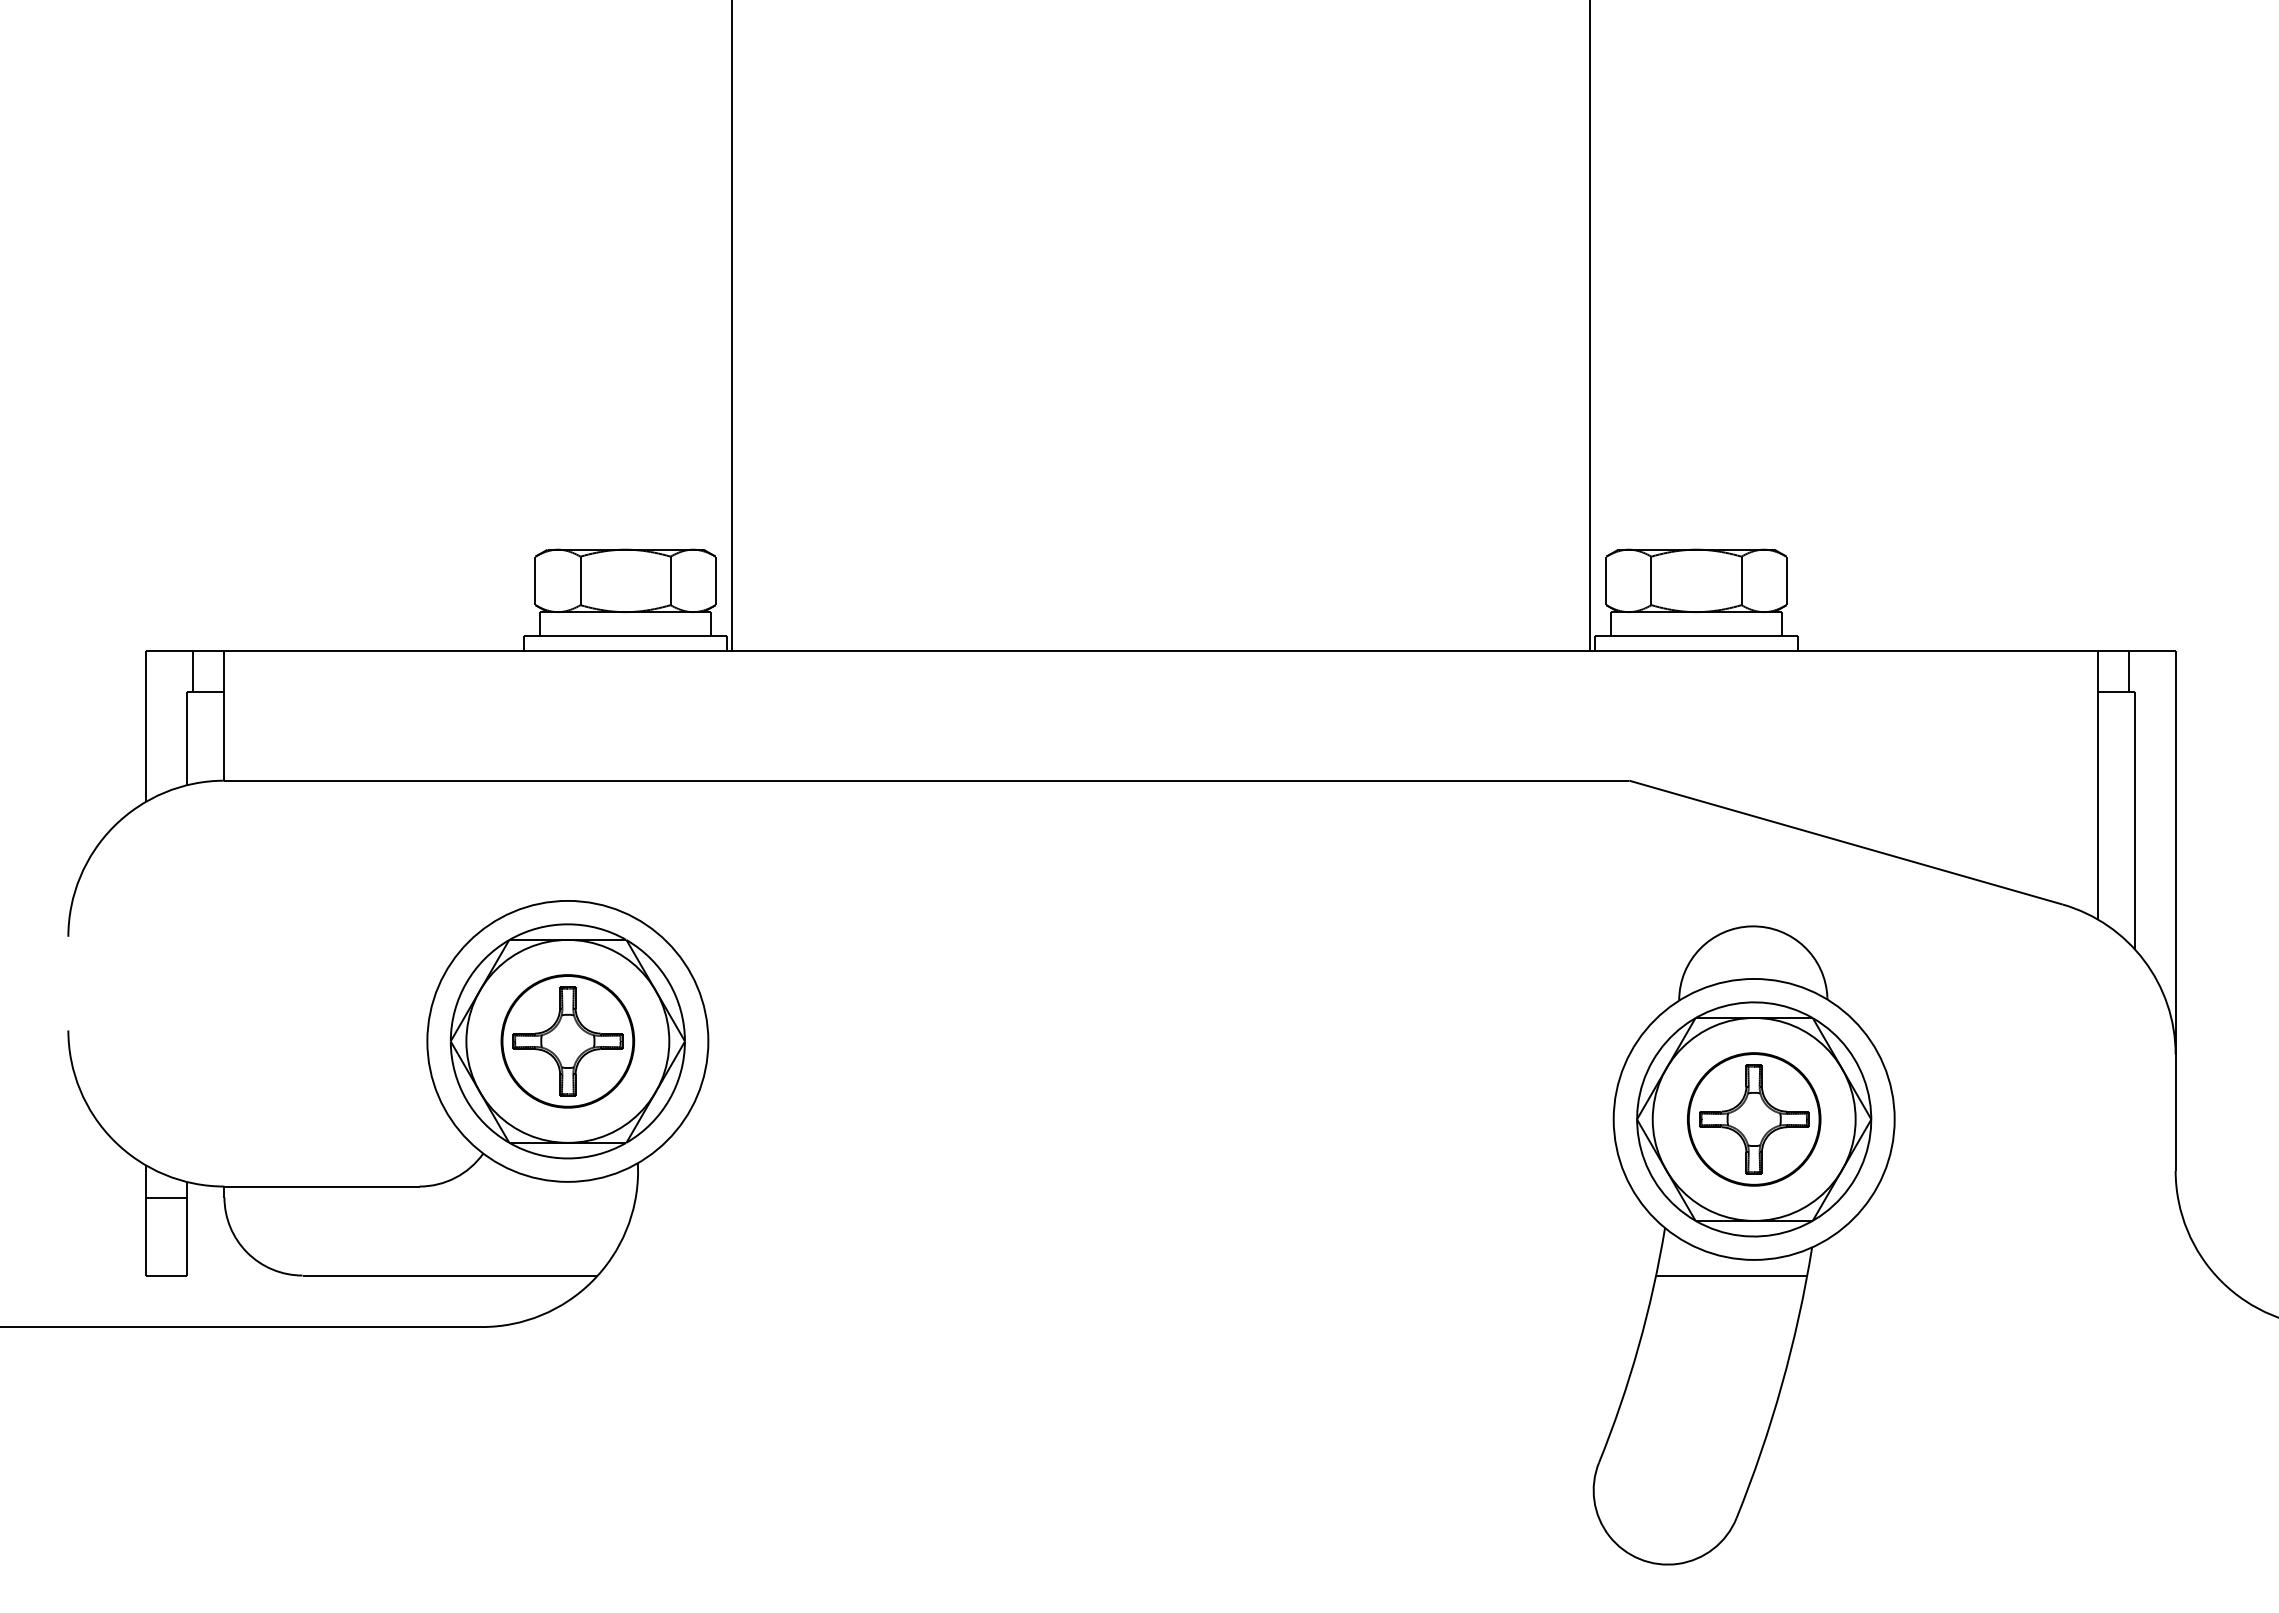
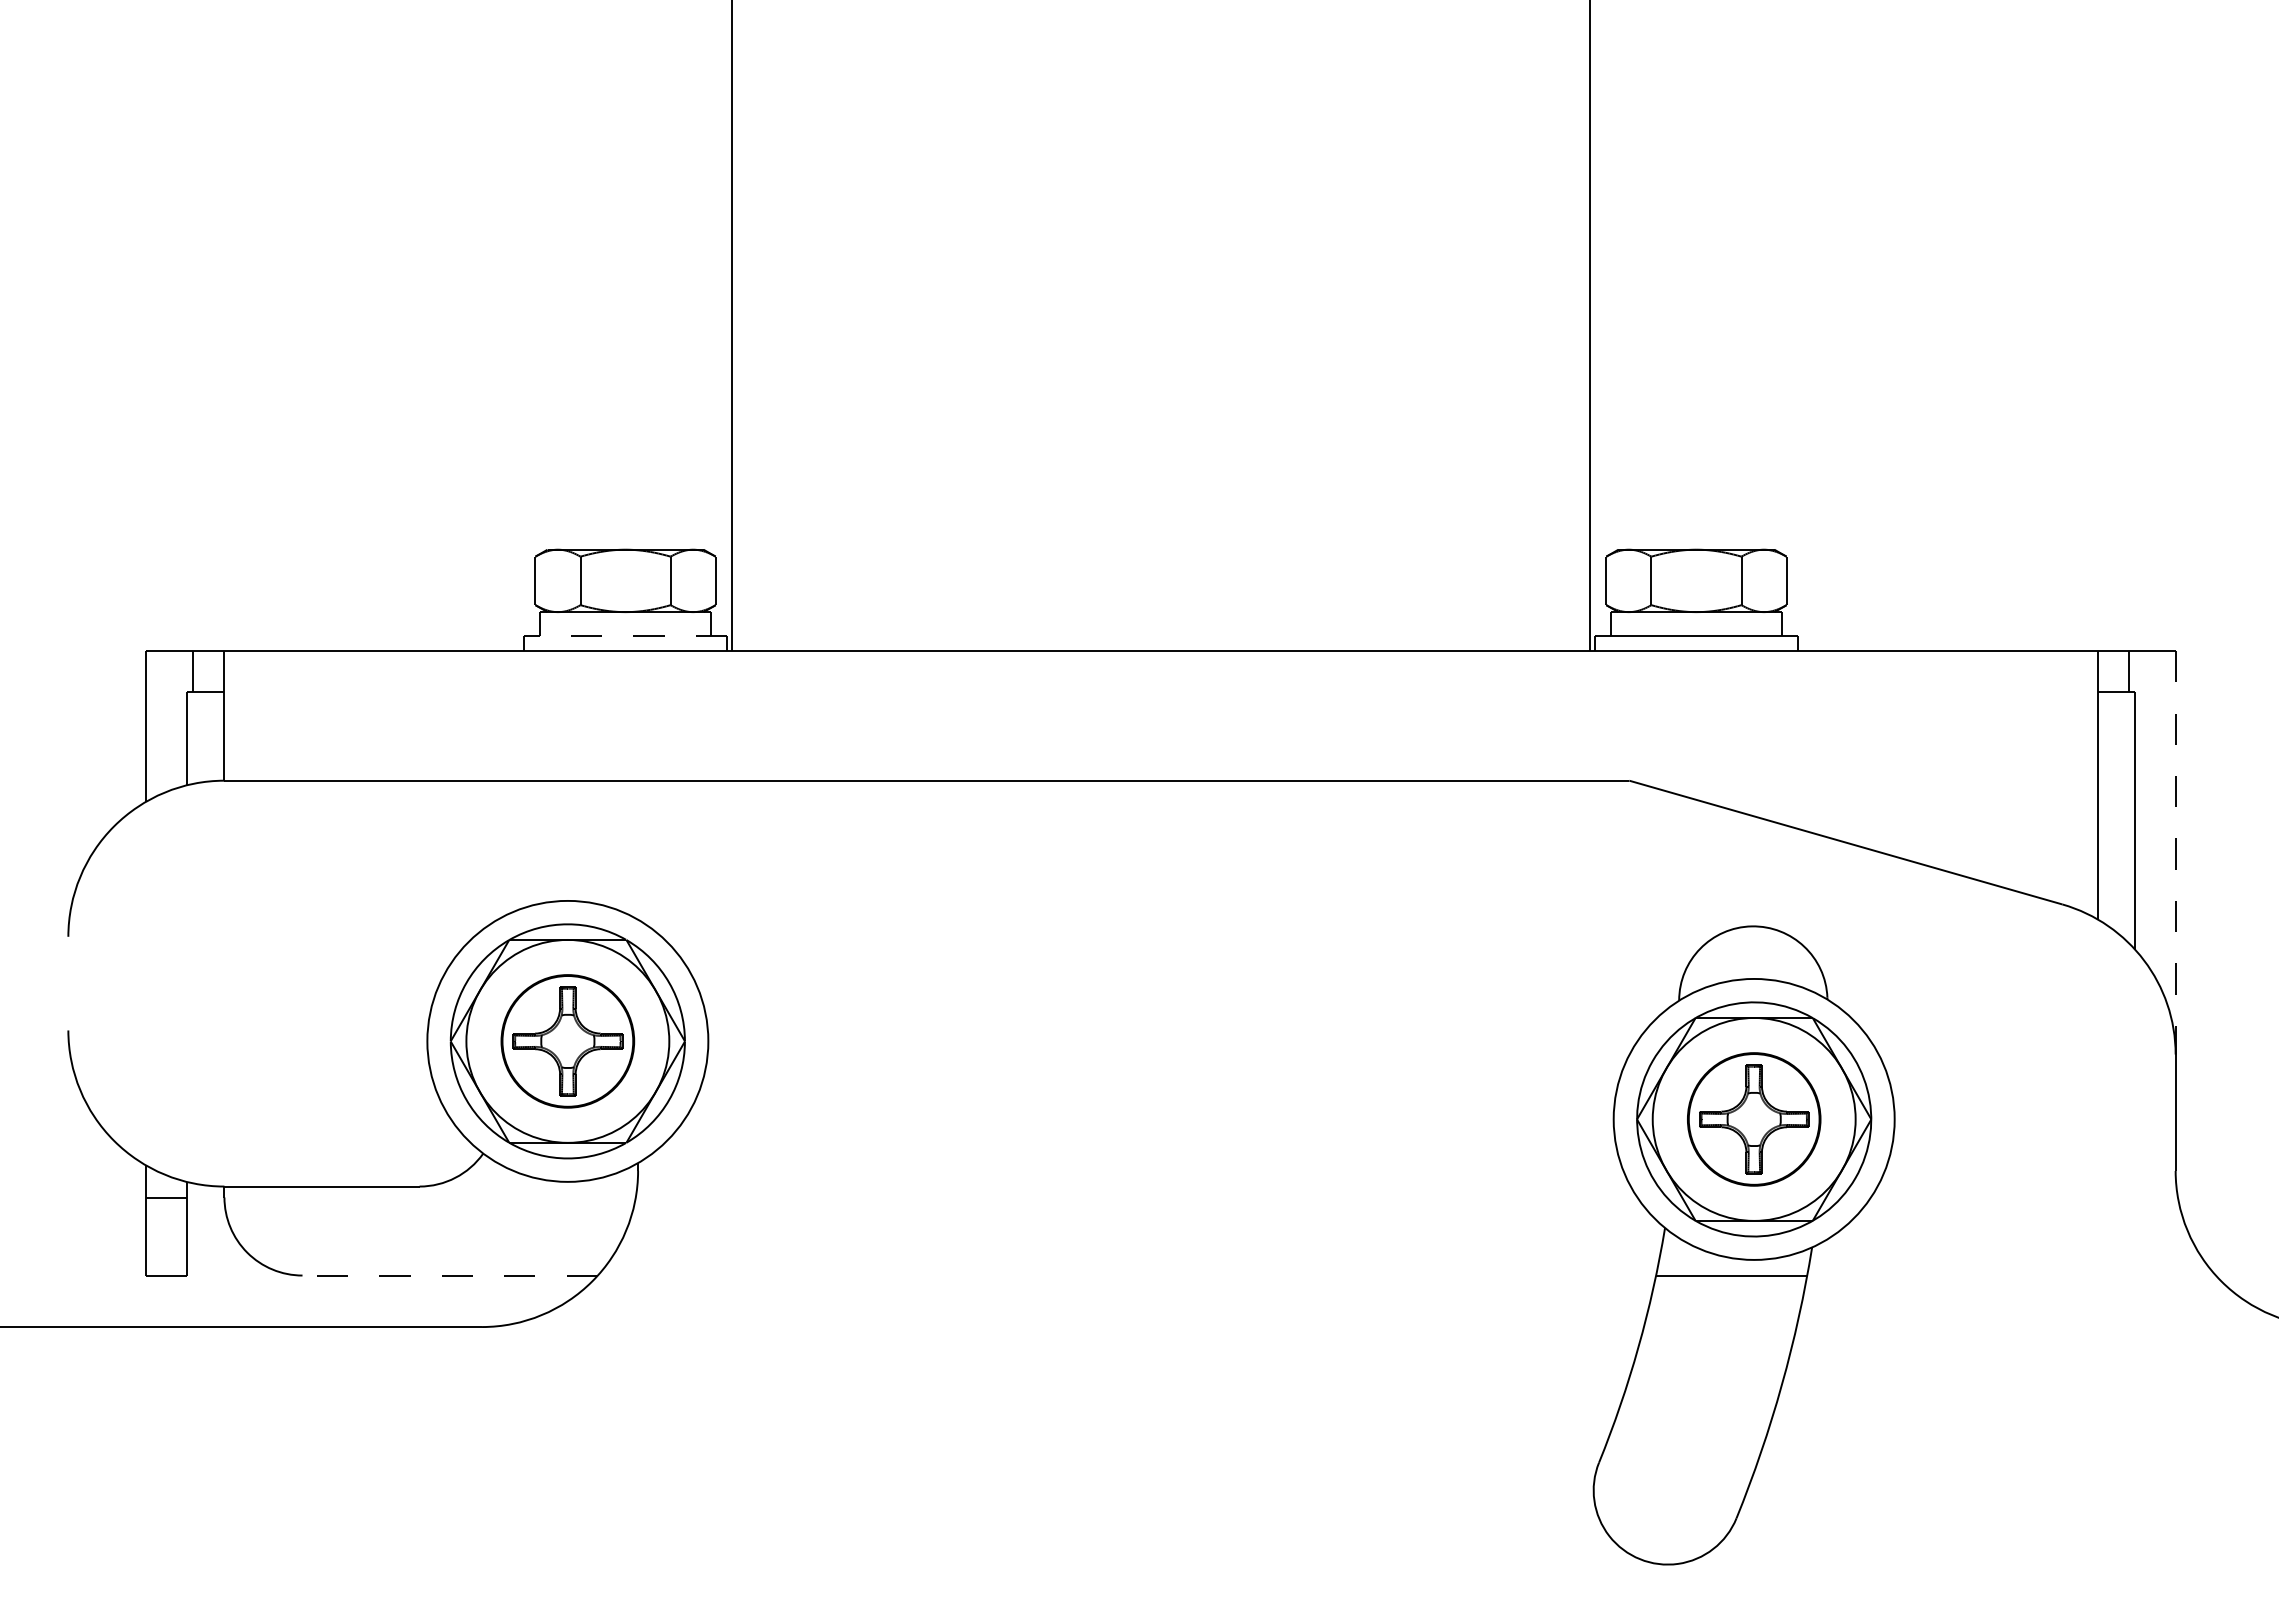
line at (625, 635): solid -> dashed
line at (2175, 852): solid -> dashed
line at (450, 1275): solid -> dashed
